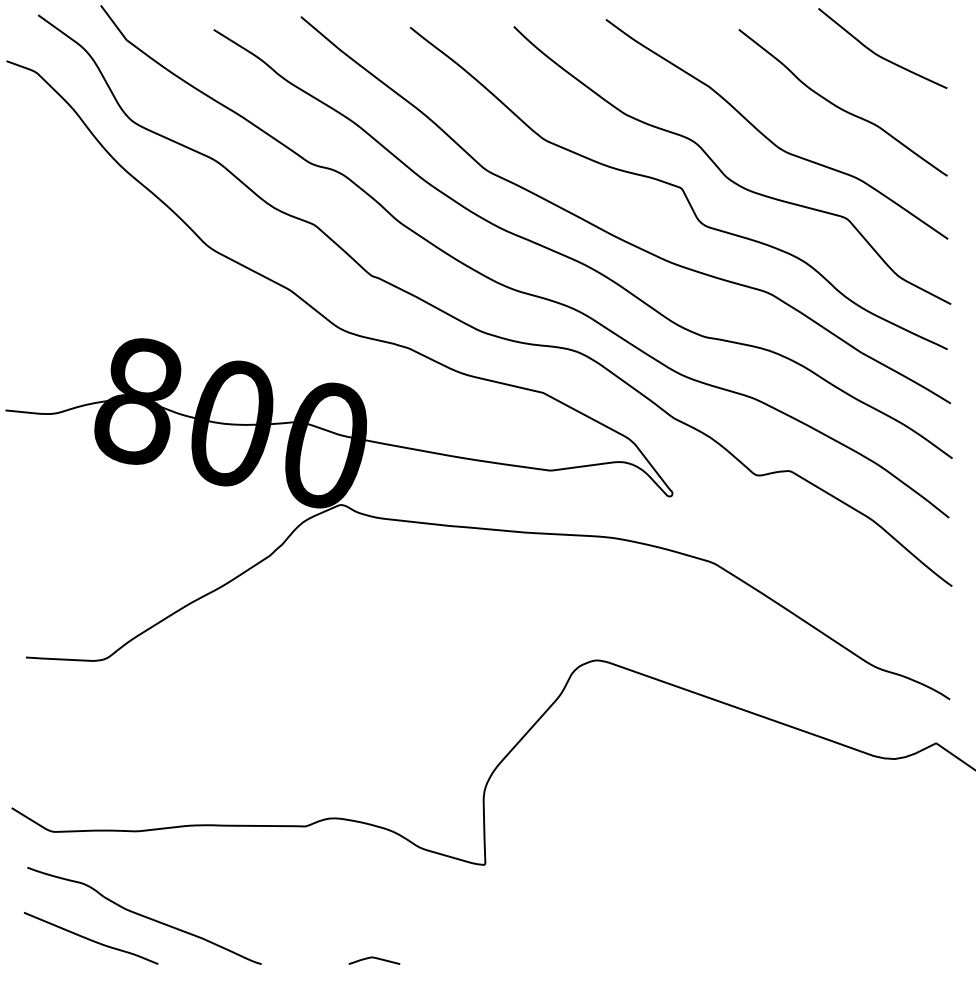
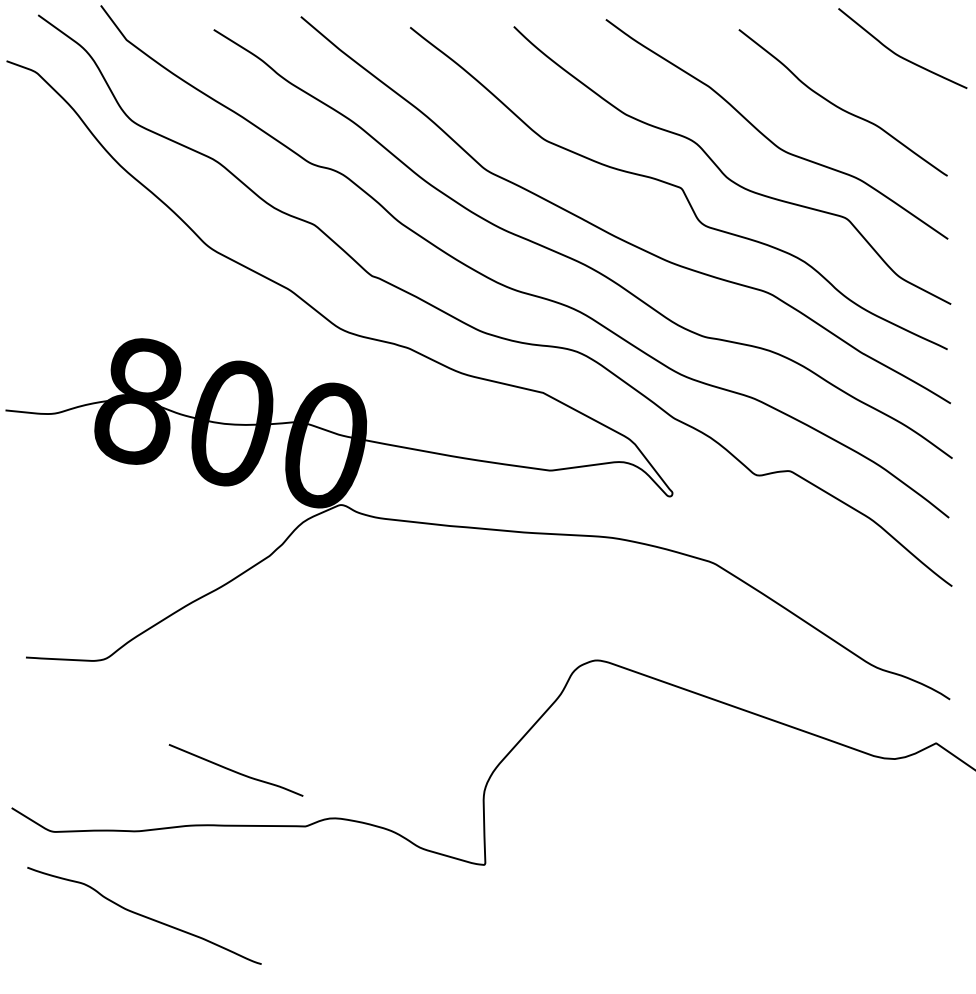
curve at (878, 54) position: (878, 54) -> (898, 54)
curve at (89, 938) position: (89, 938) -> (234, 770)
curve at (374, 958): present -> none
